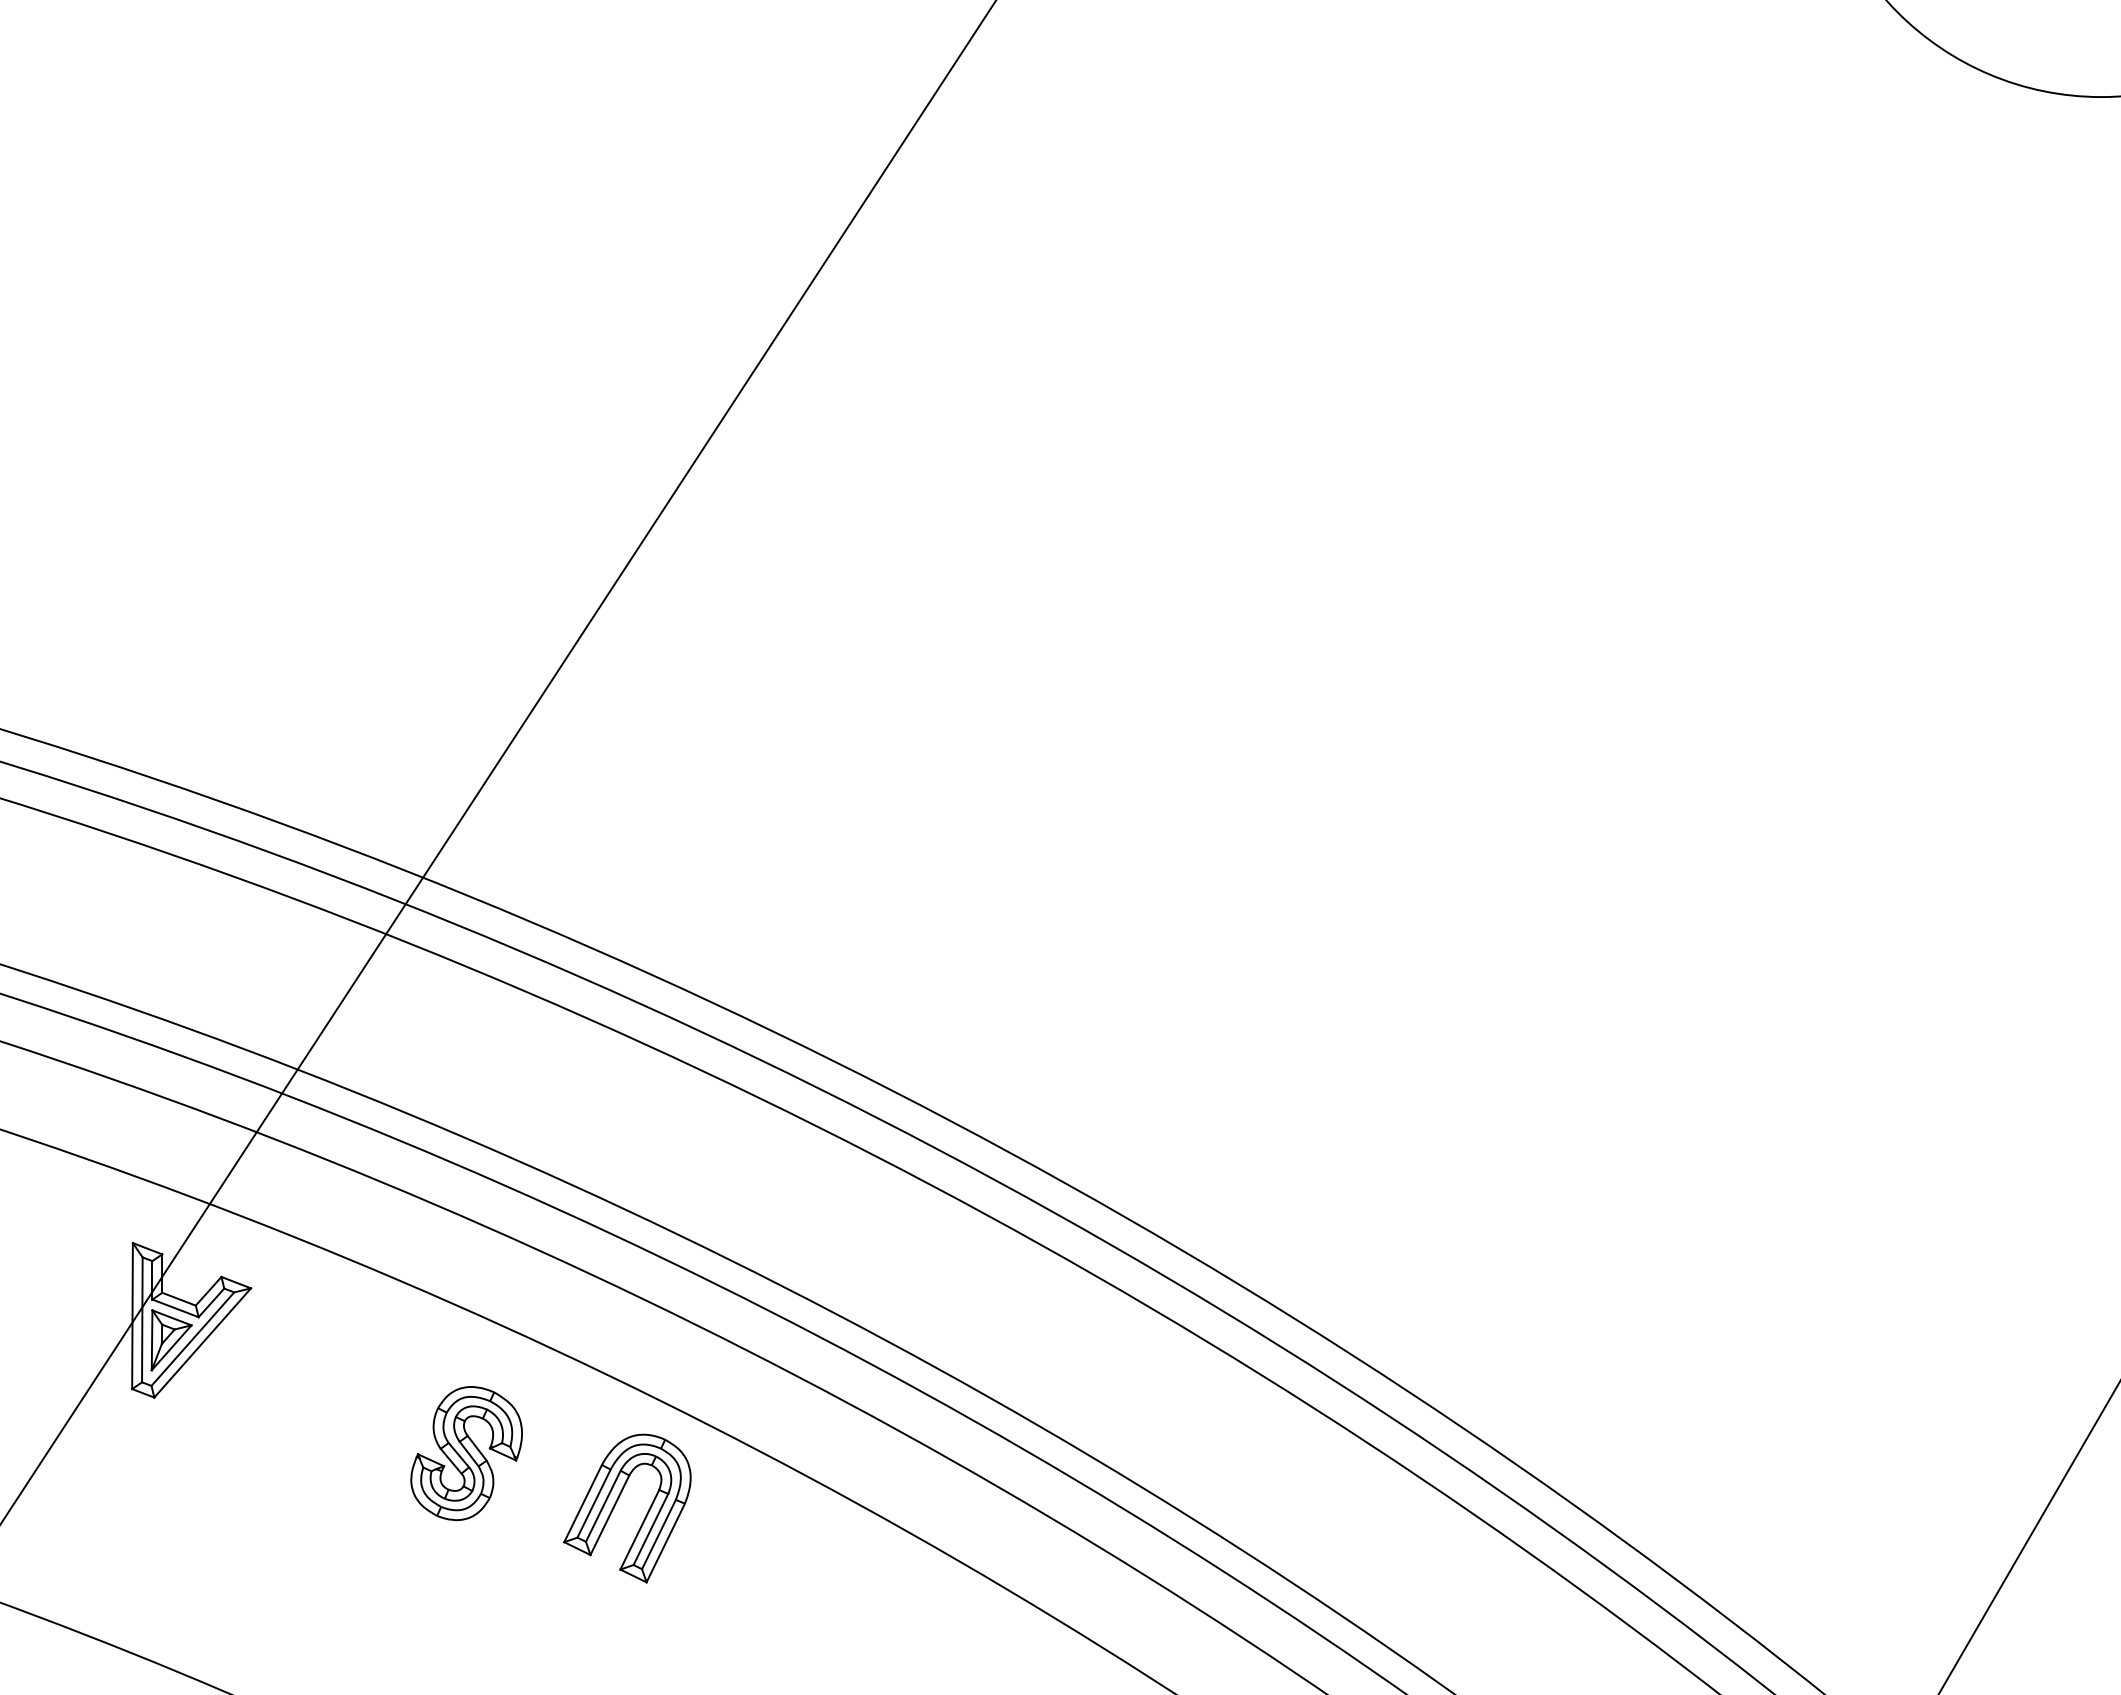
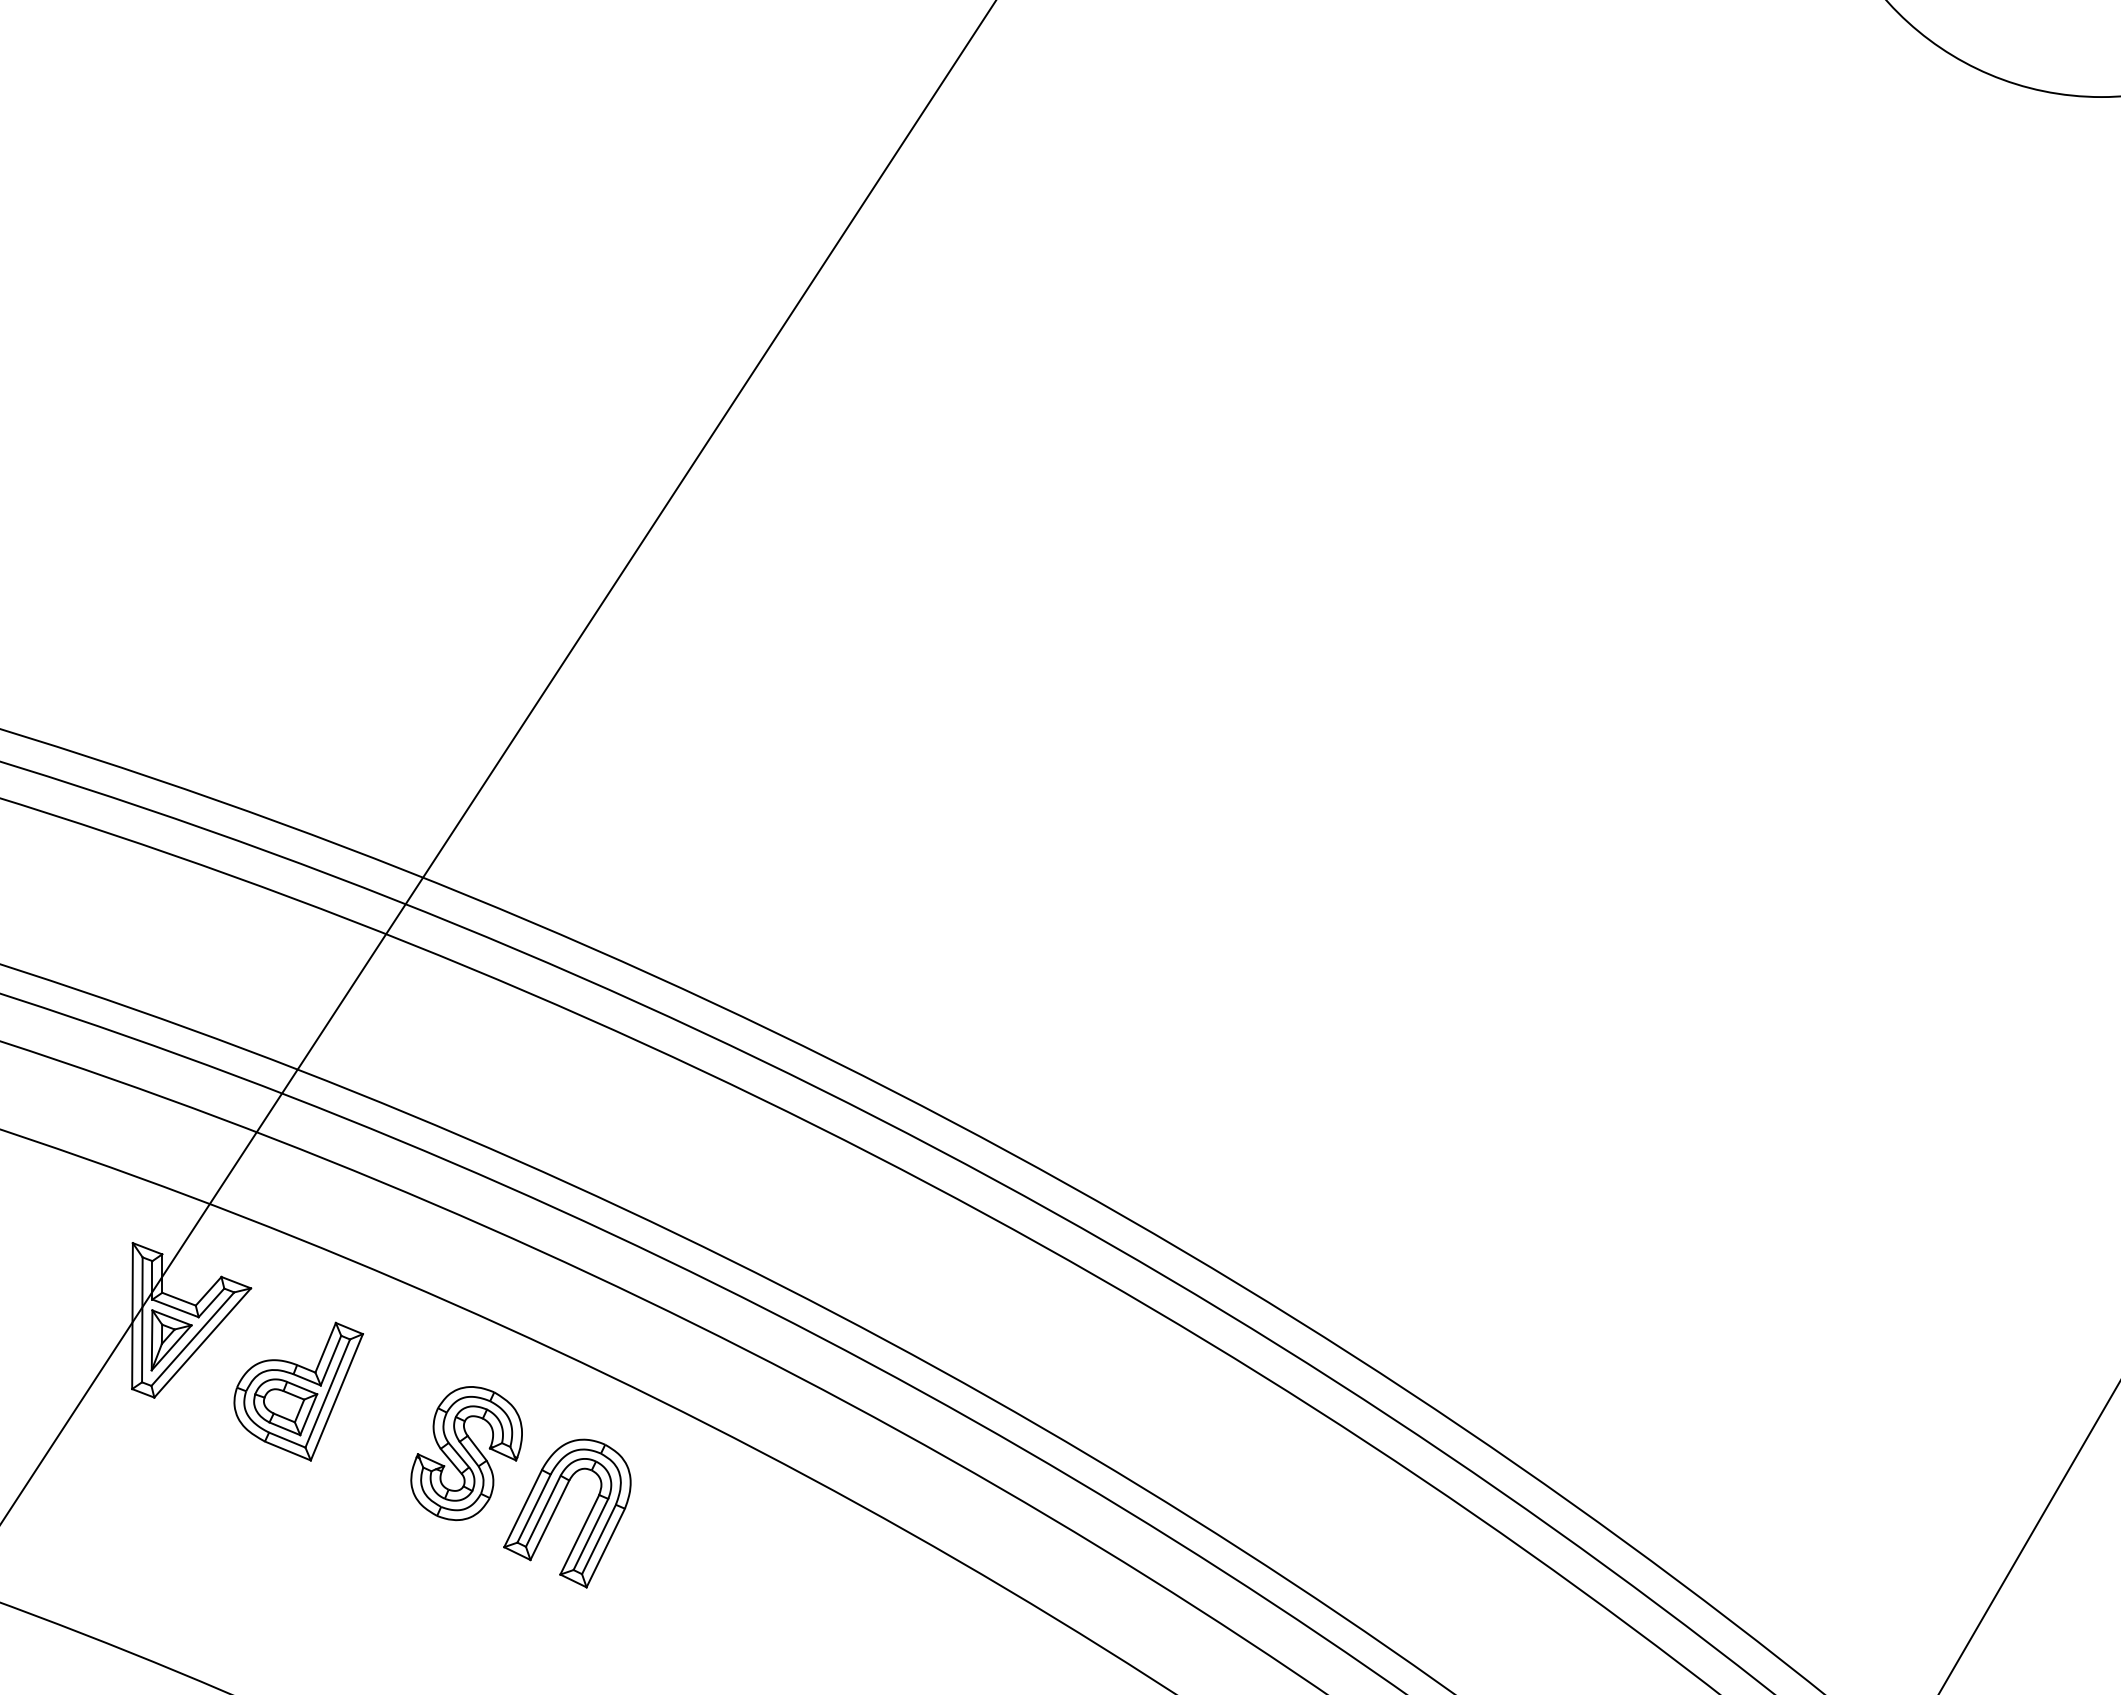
part at (298, 1391): none -> present
part at (617, 1502) position: (617, 1502) -> (557, 1507)
